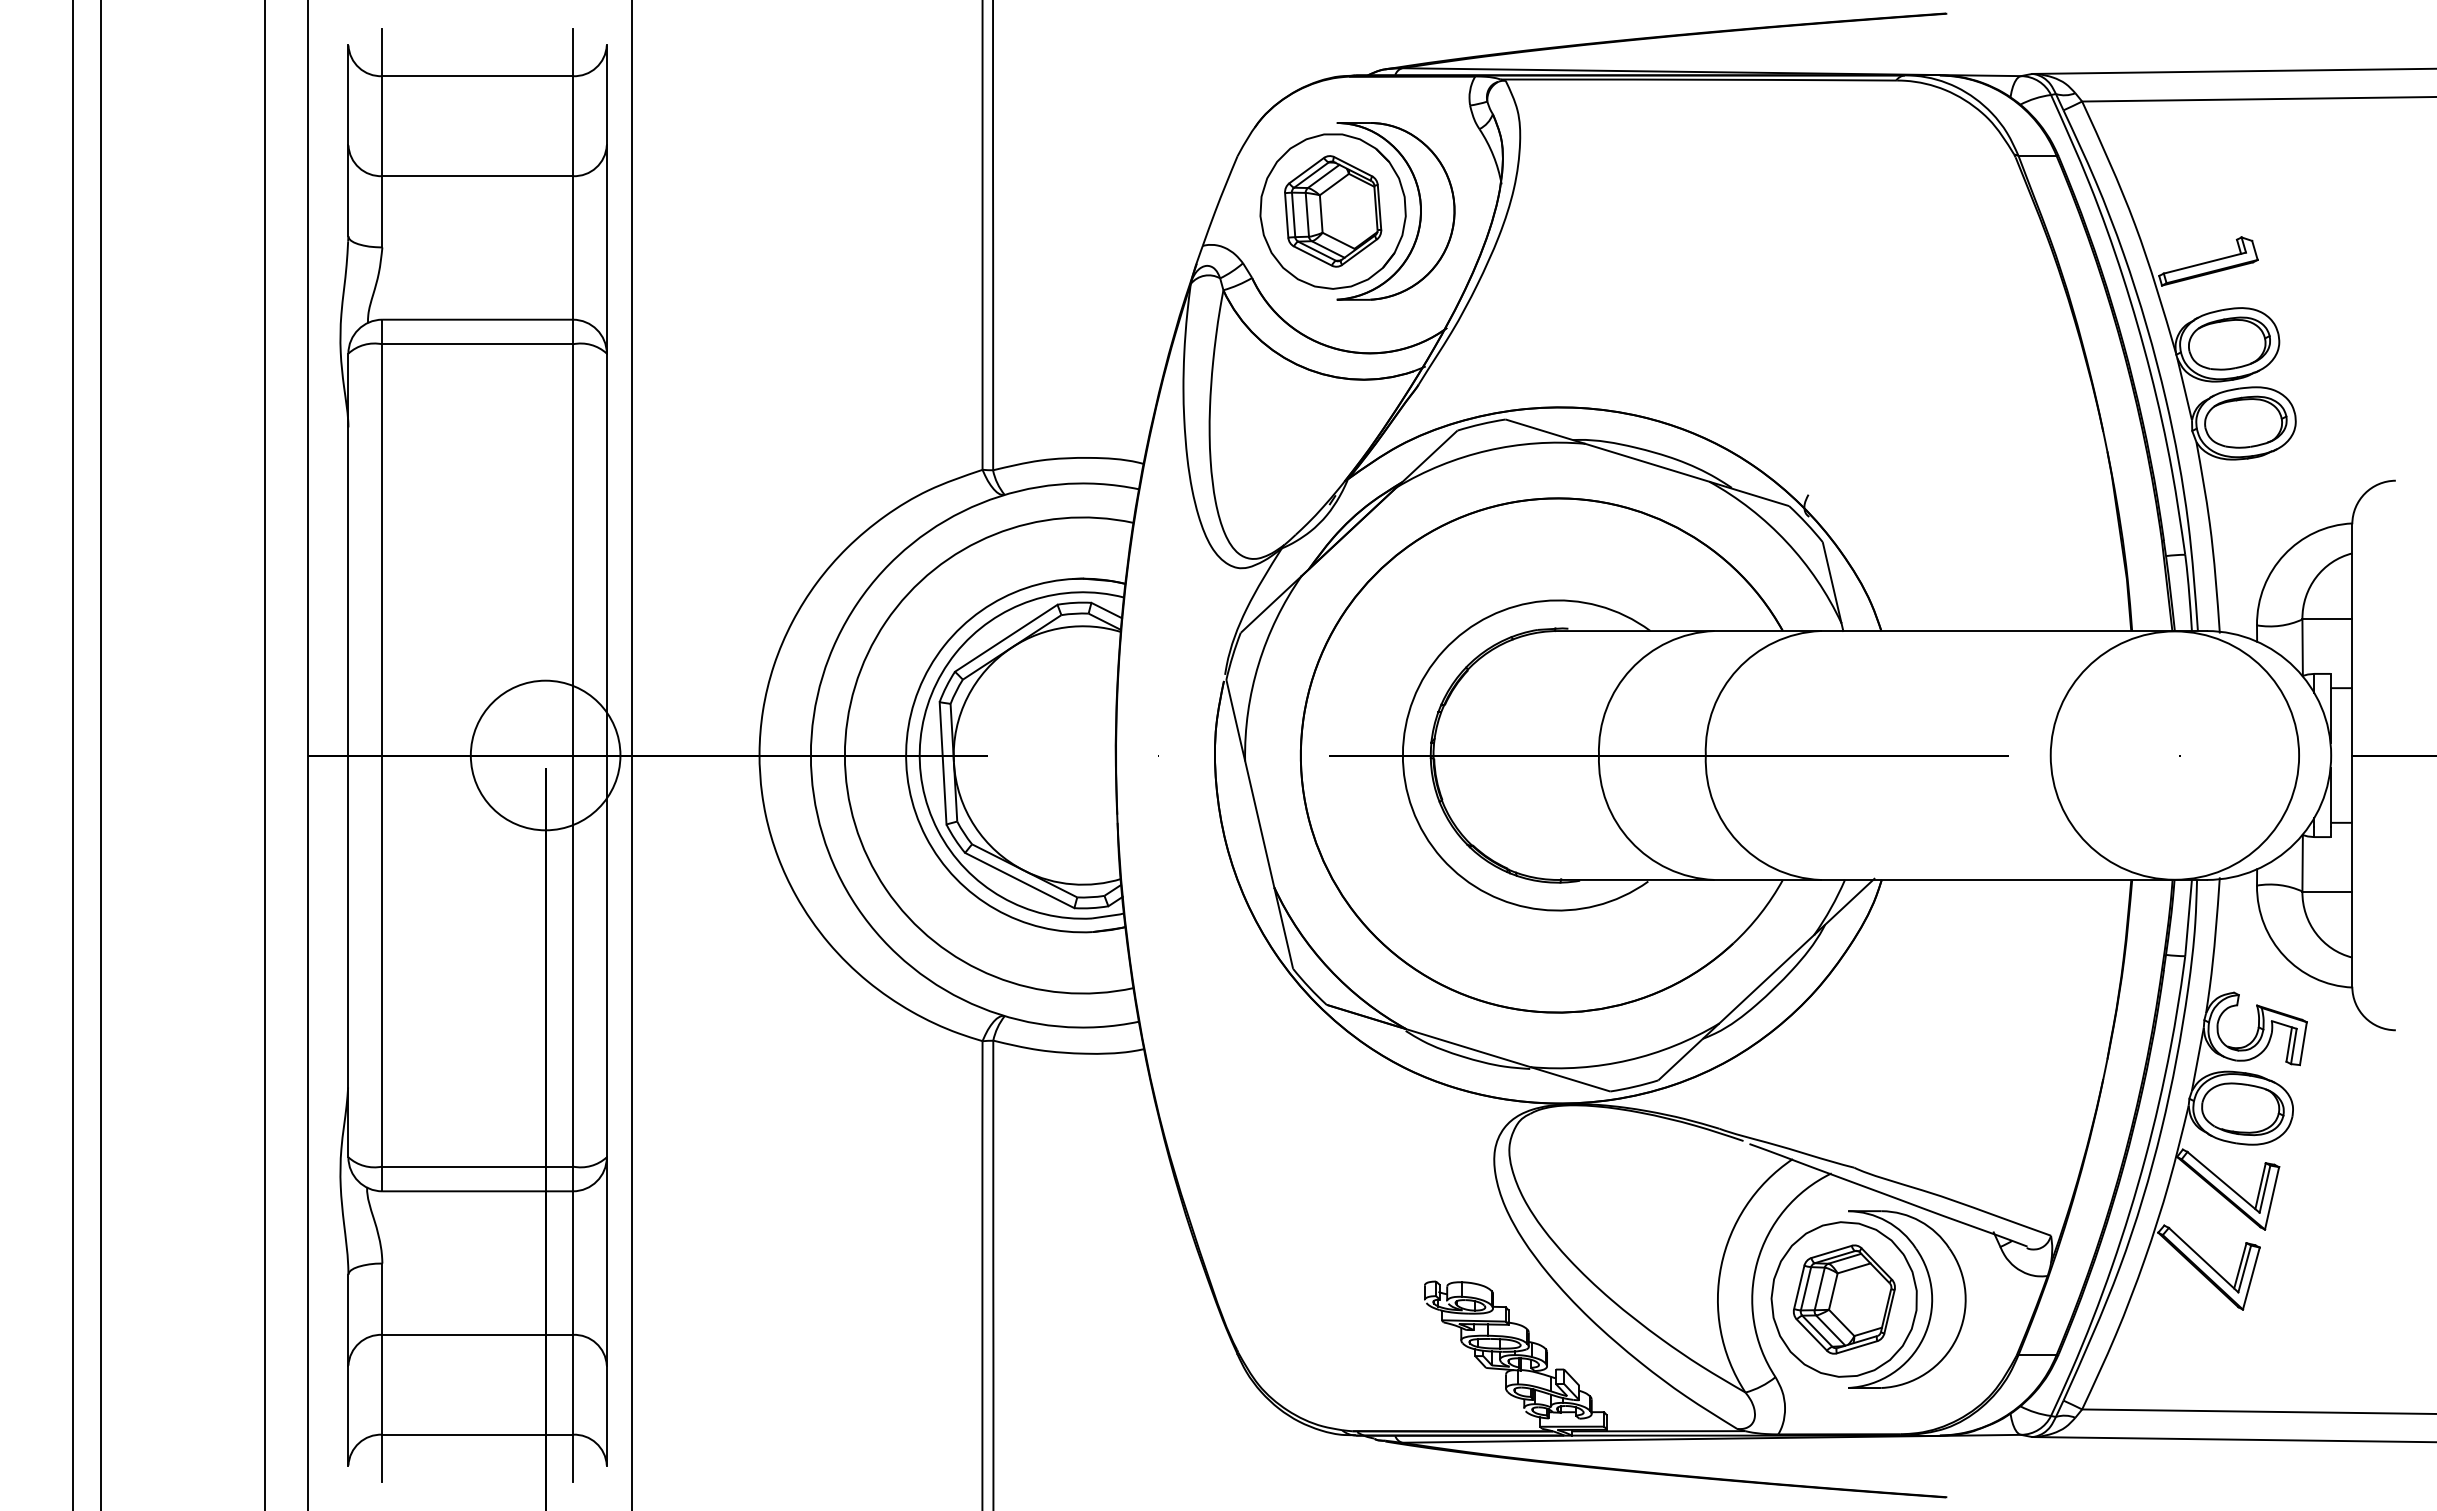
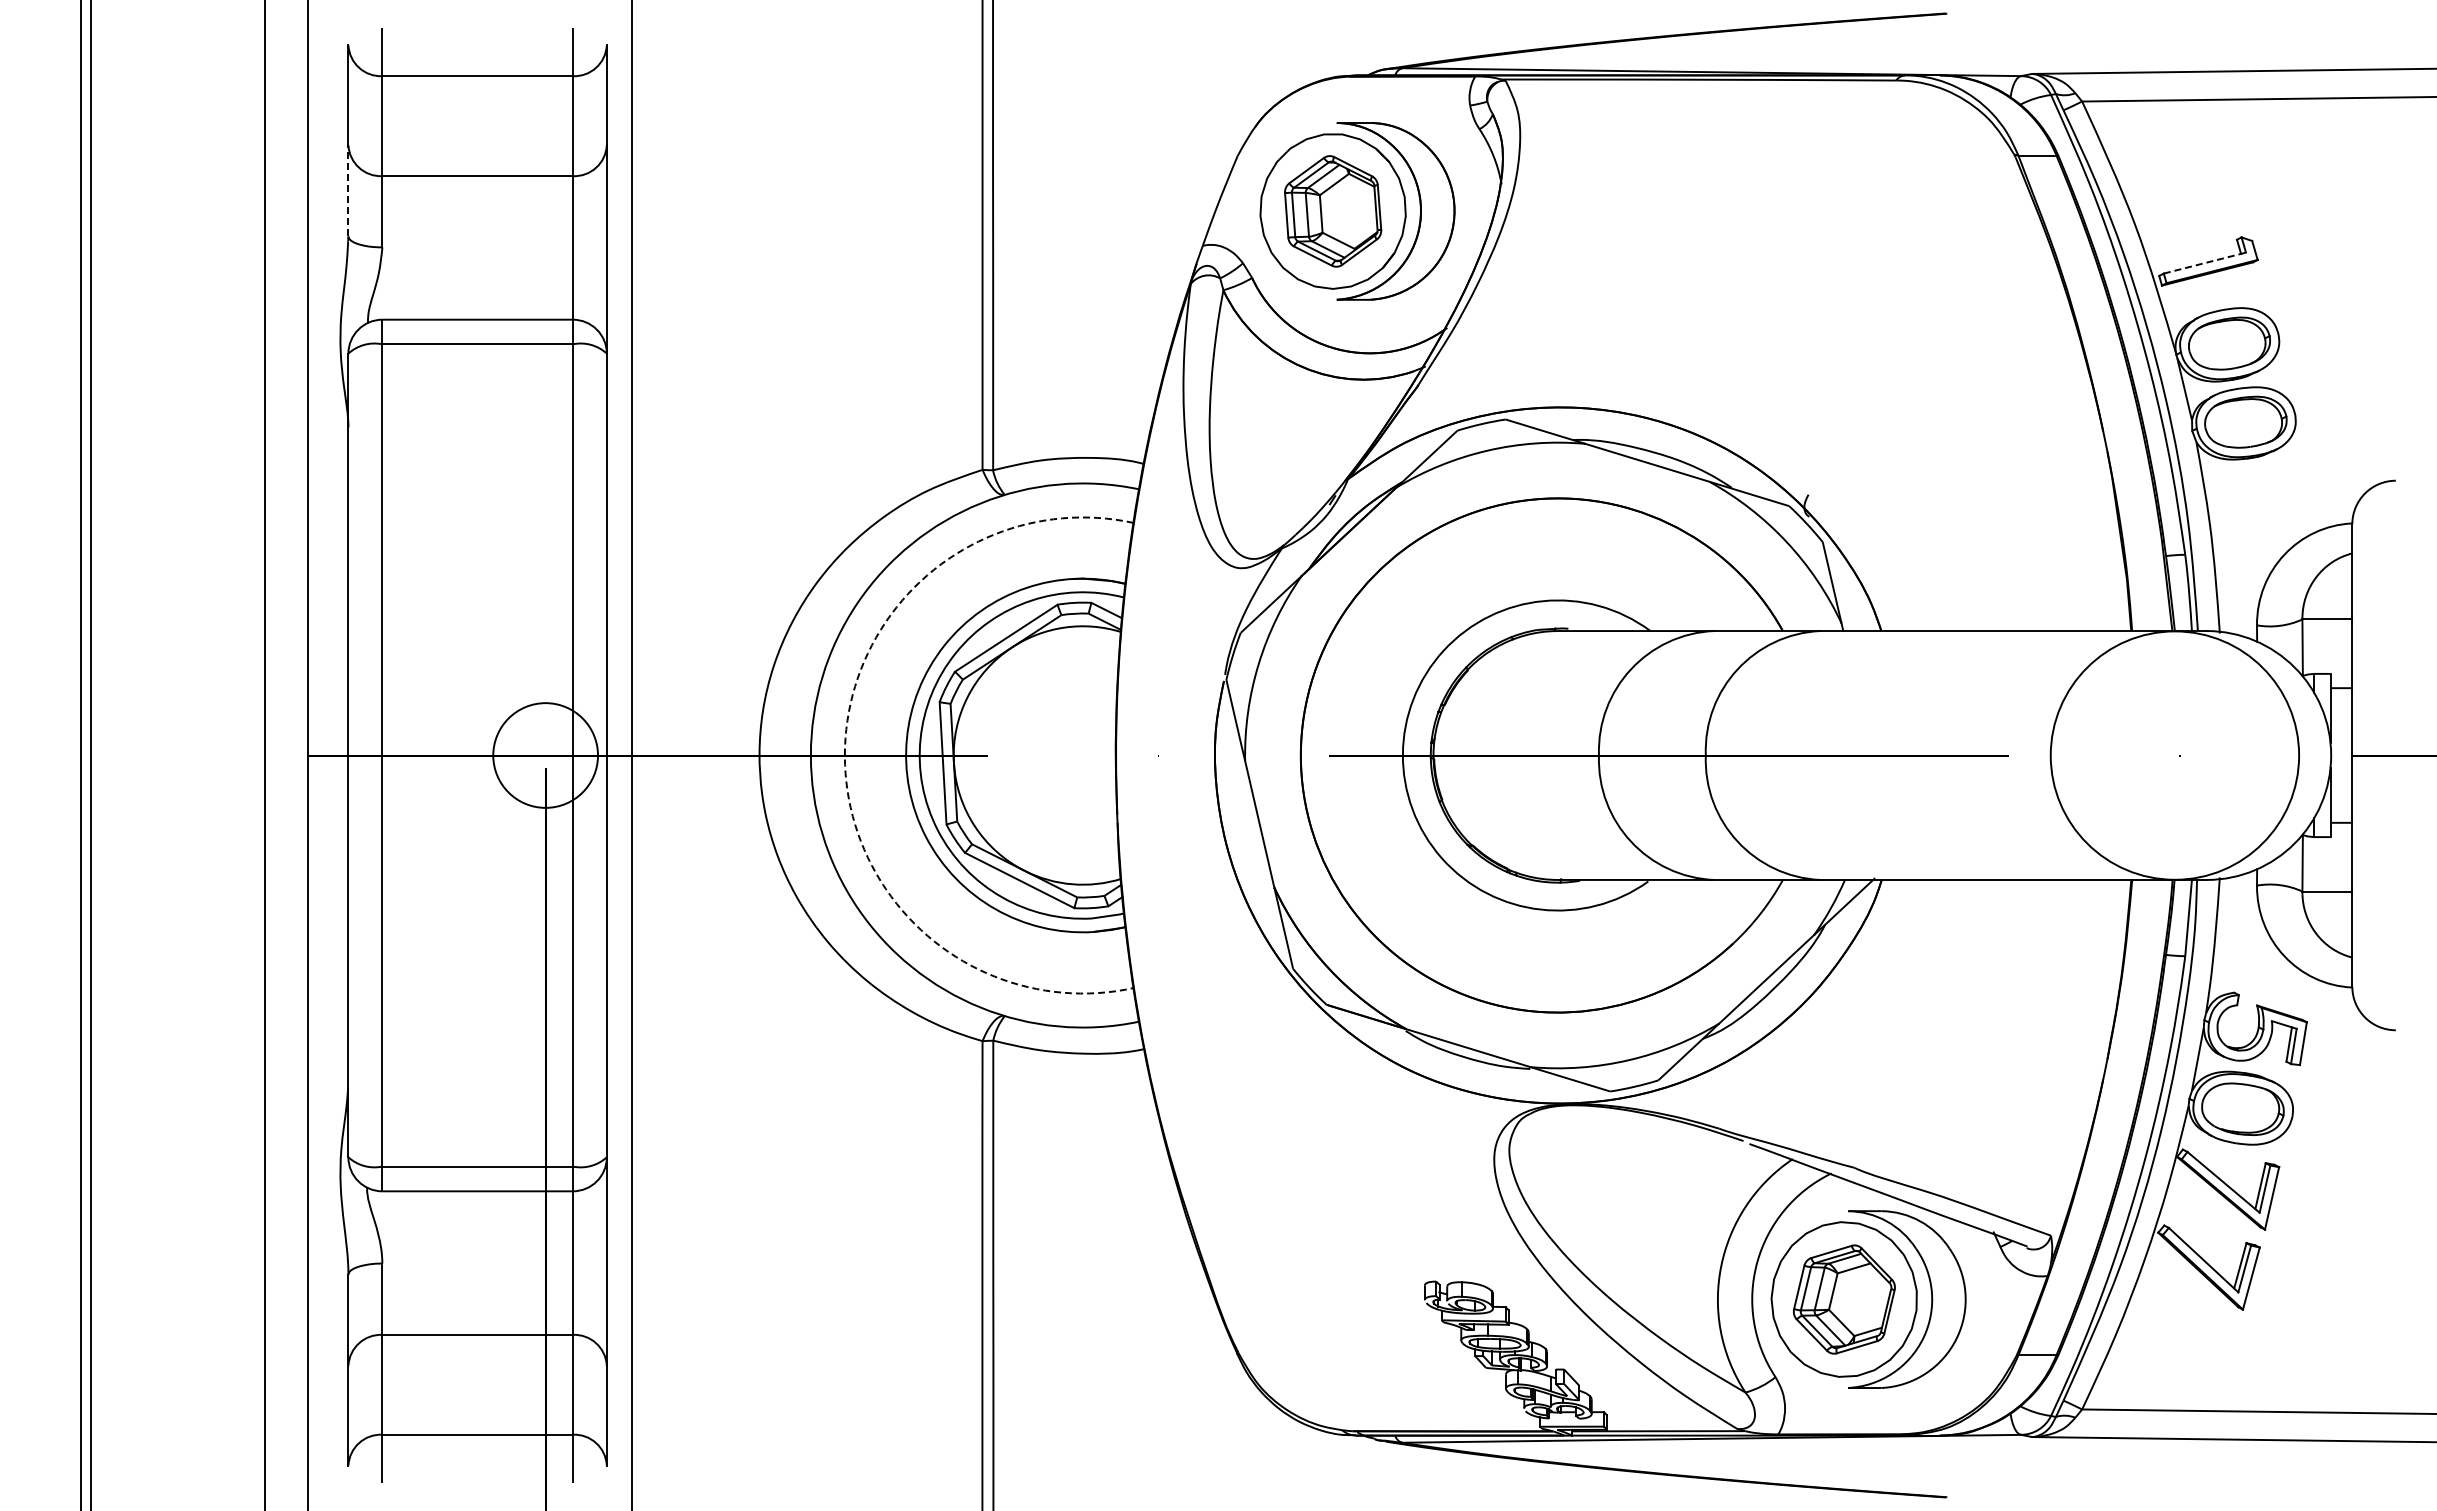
line at (348, 190): solid -> dashed
line at (2205, 262): solid -> dashed
line at (73, 754) position: (73, 754) -> (91, 754)
line at (101, 754) position: (101, 754) -> (81, 754)
circle at (545, 755) diameter: 150 px -> 105 px
arc at (844, 755): solid -> dashed
